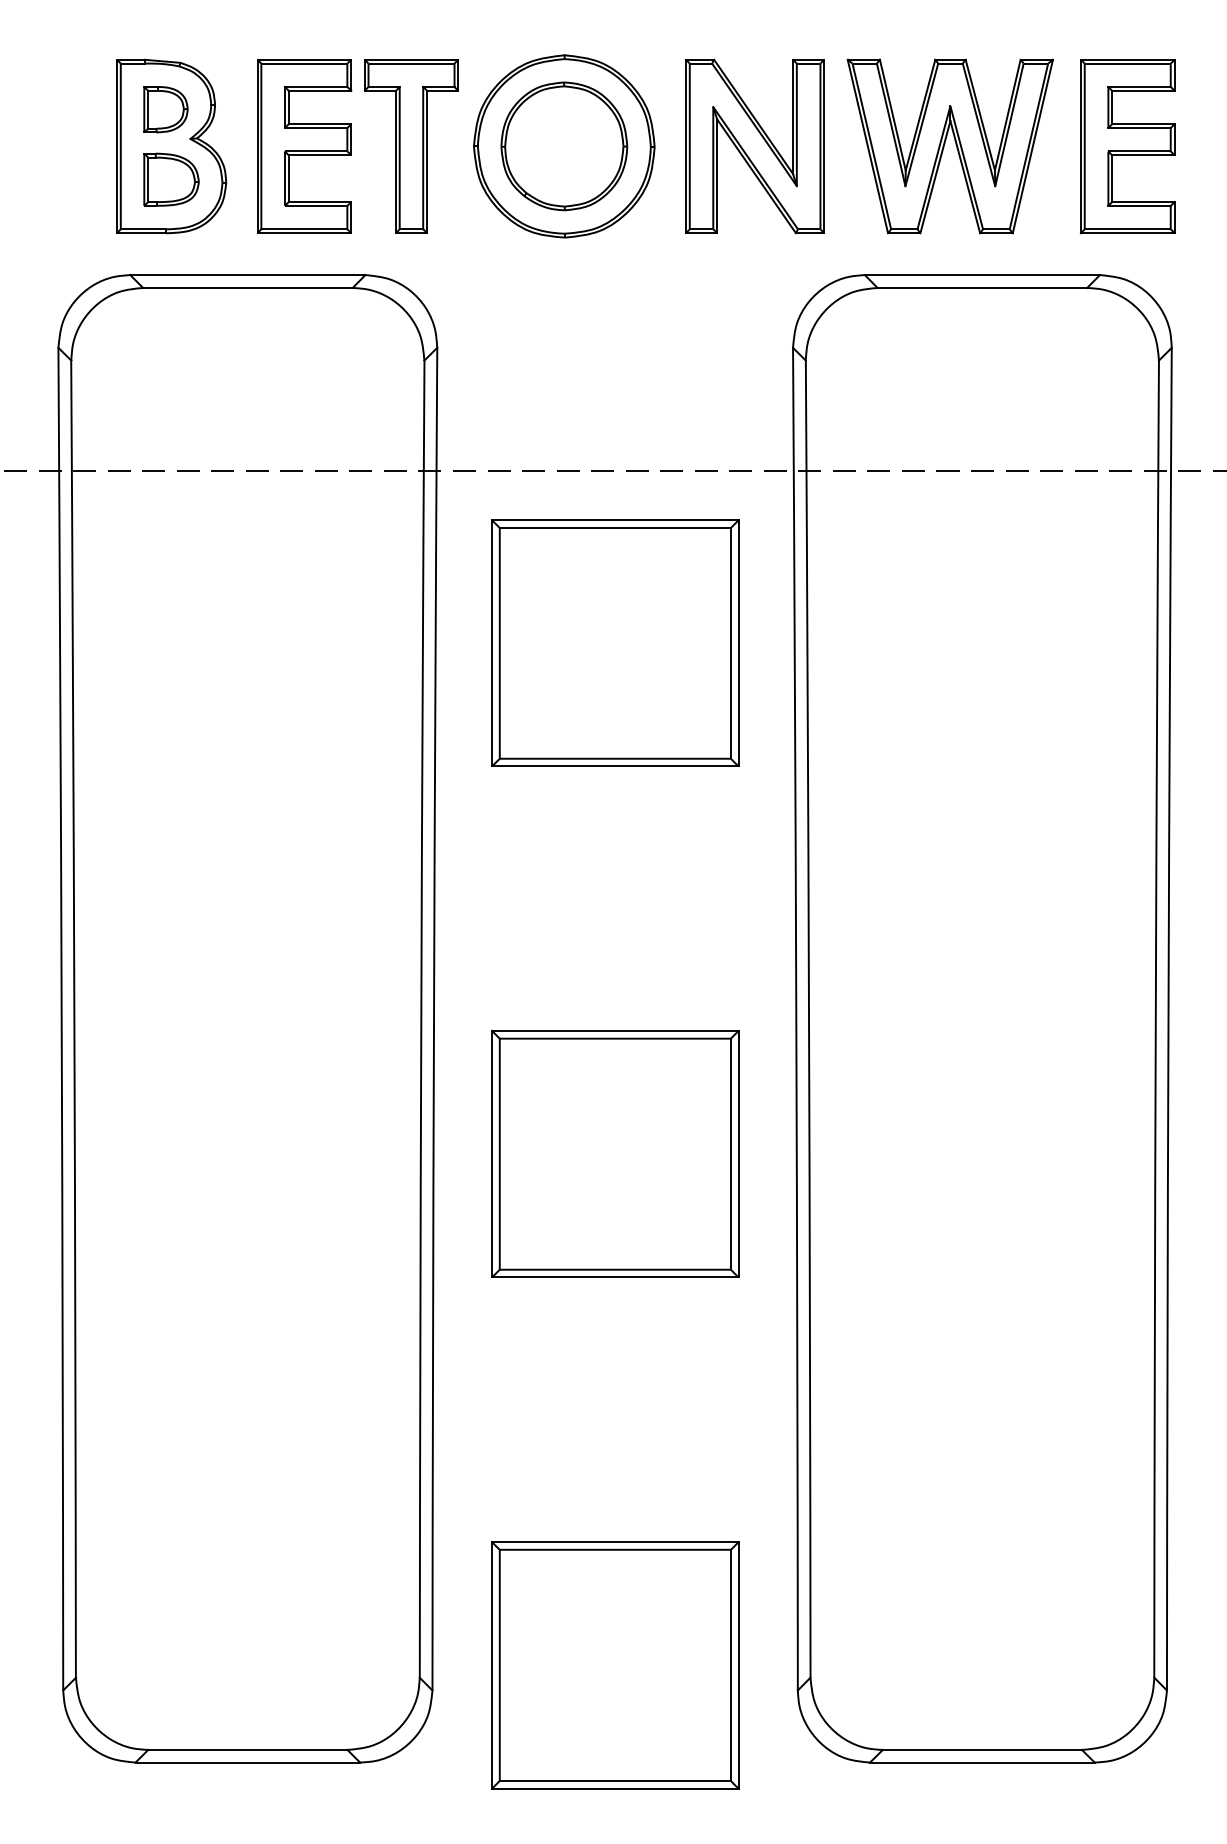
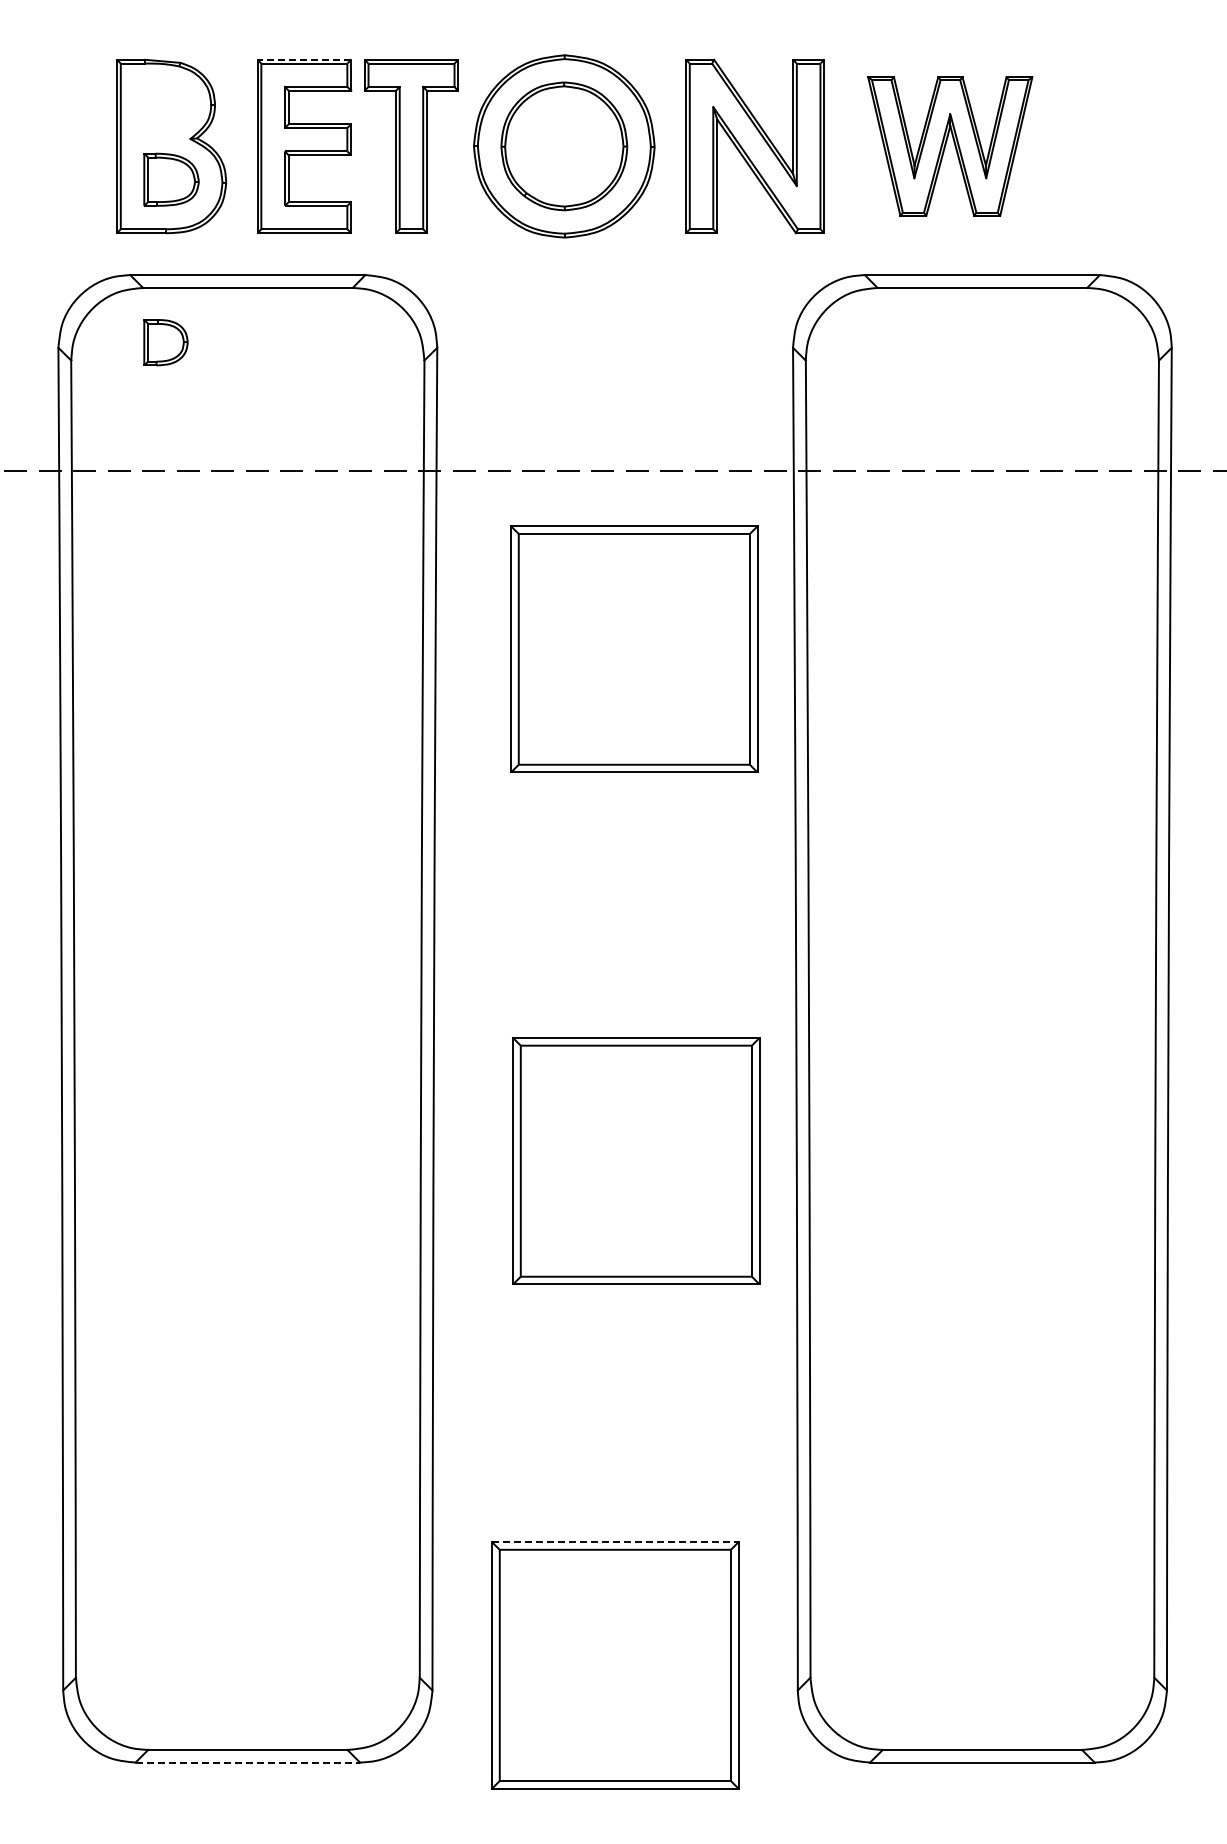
line at (304, 59): solid -> dashed
part at (165, 109) position: (165, 109) -> (165, 342)
part at (949, 146) size: 208x177 px -> 167x141 px
part at (1127, 146): present -> none
part at (615, 642) position: (615, 642) -> (634, 648)
part at (615, 1153) position: (615, 1153) -> (636, 1160)
line at (615, 1542): solid -> dashed
line at (248, 1762): solid -> dashed
